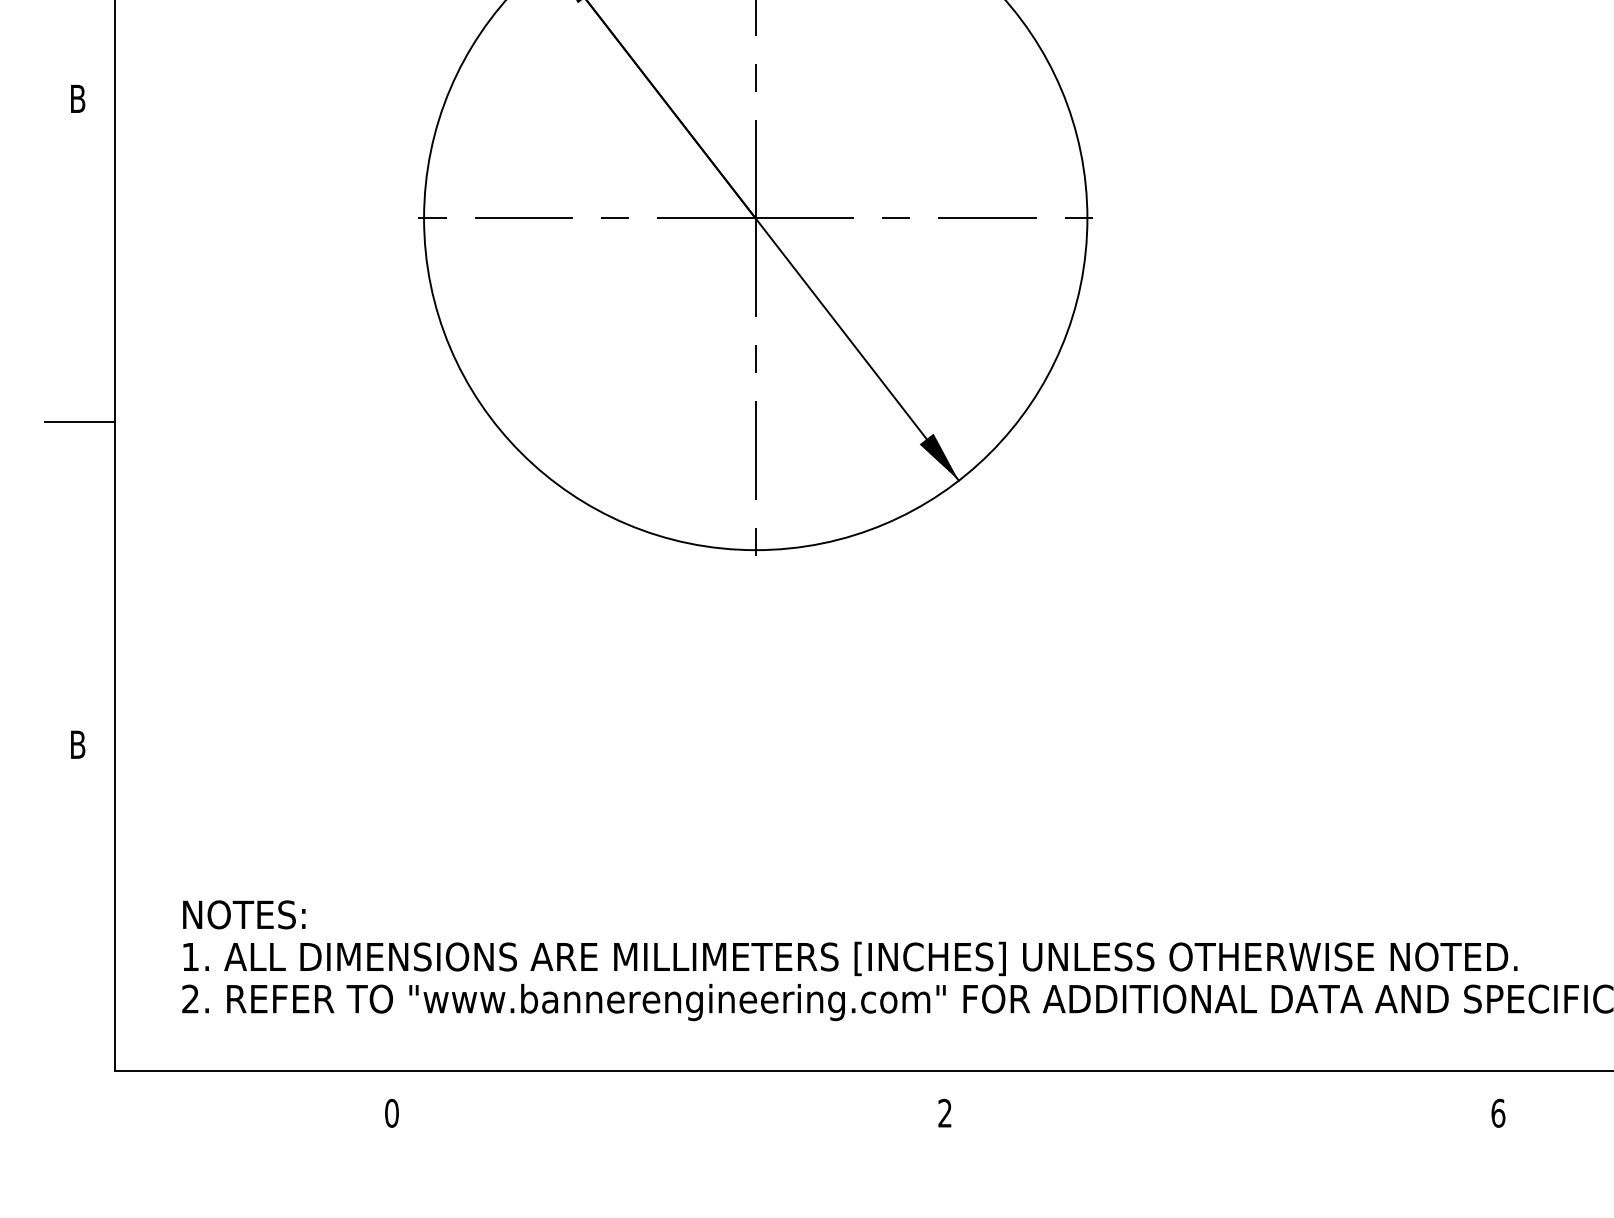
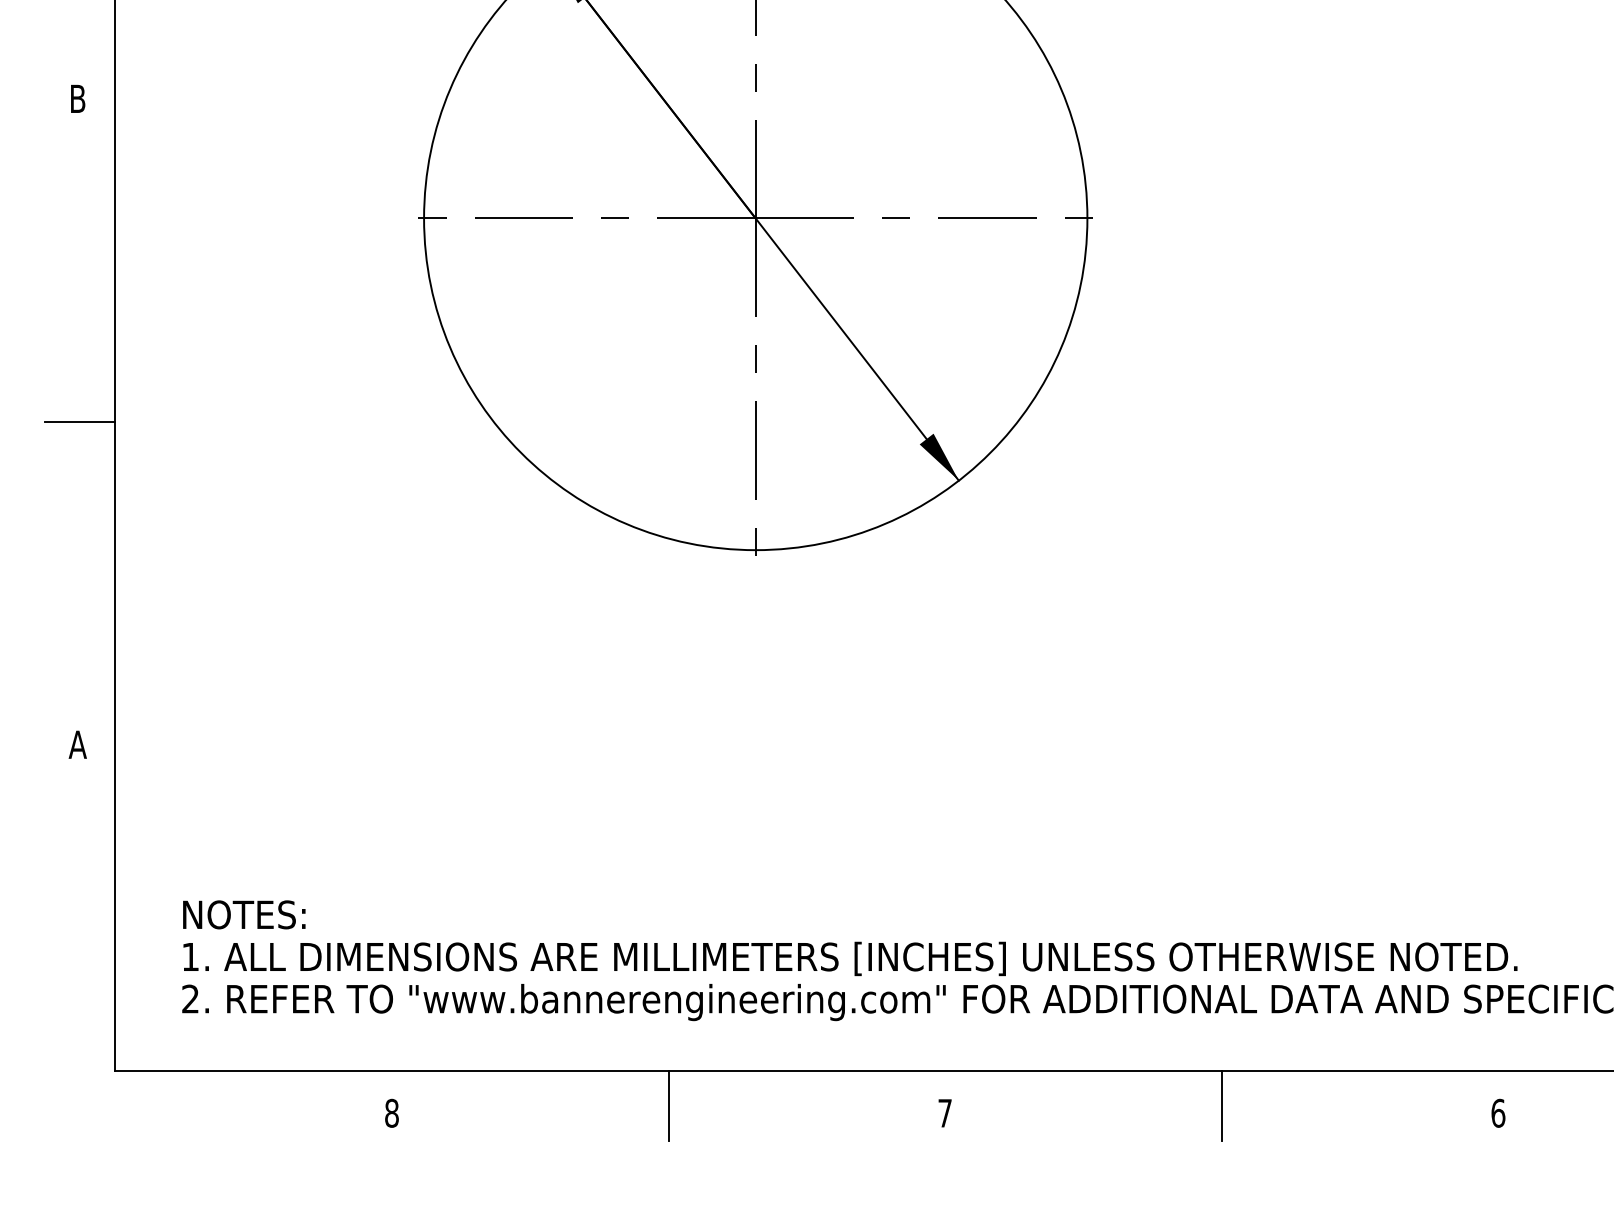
text at (77, 744): B -> A
line at (668, 1106): none -> present
line at (1221, 1106): none -> present
text at (944, 1112): 2 -> 7
text at (391, 1113): 0 -> 8
